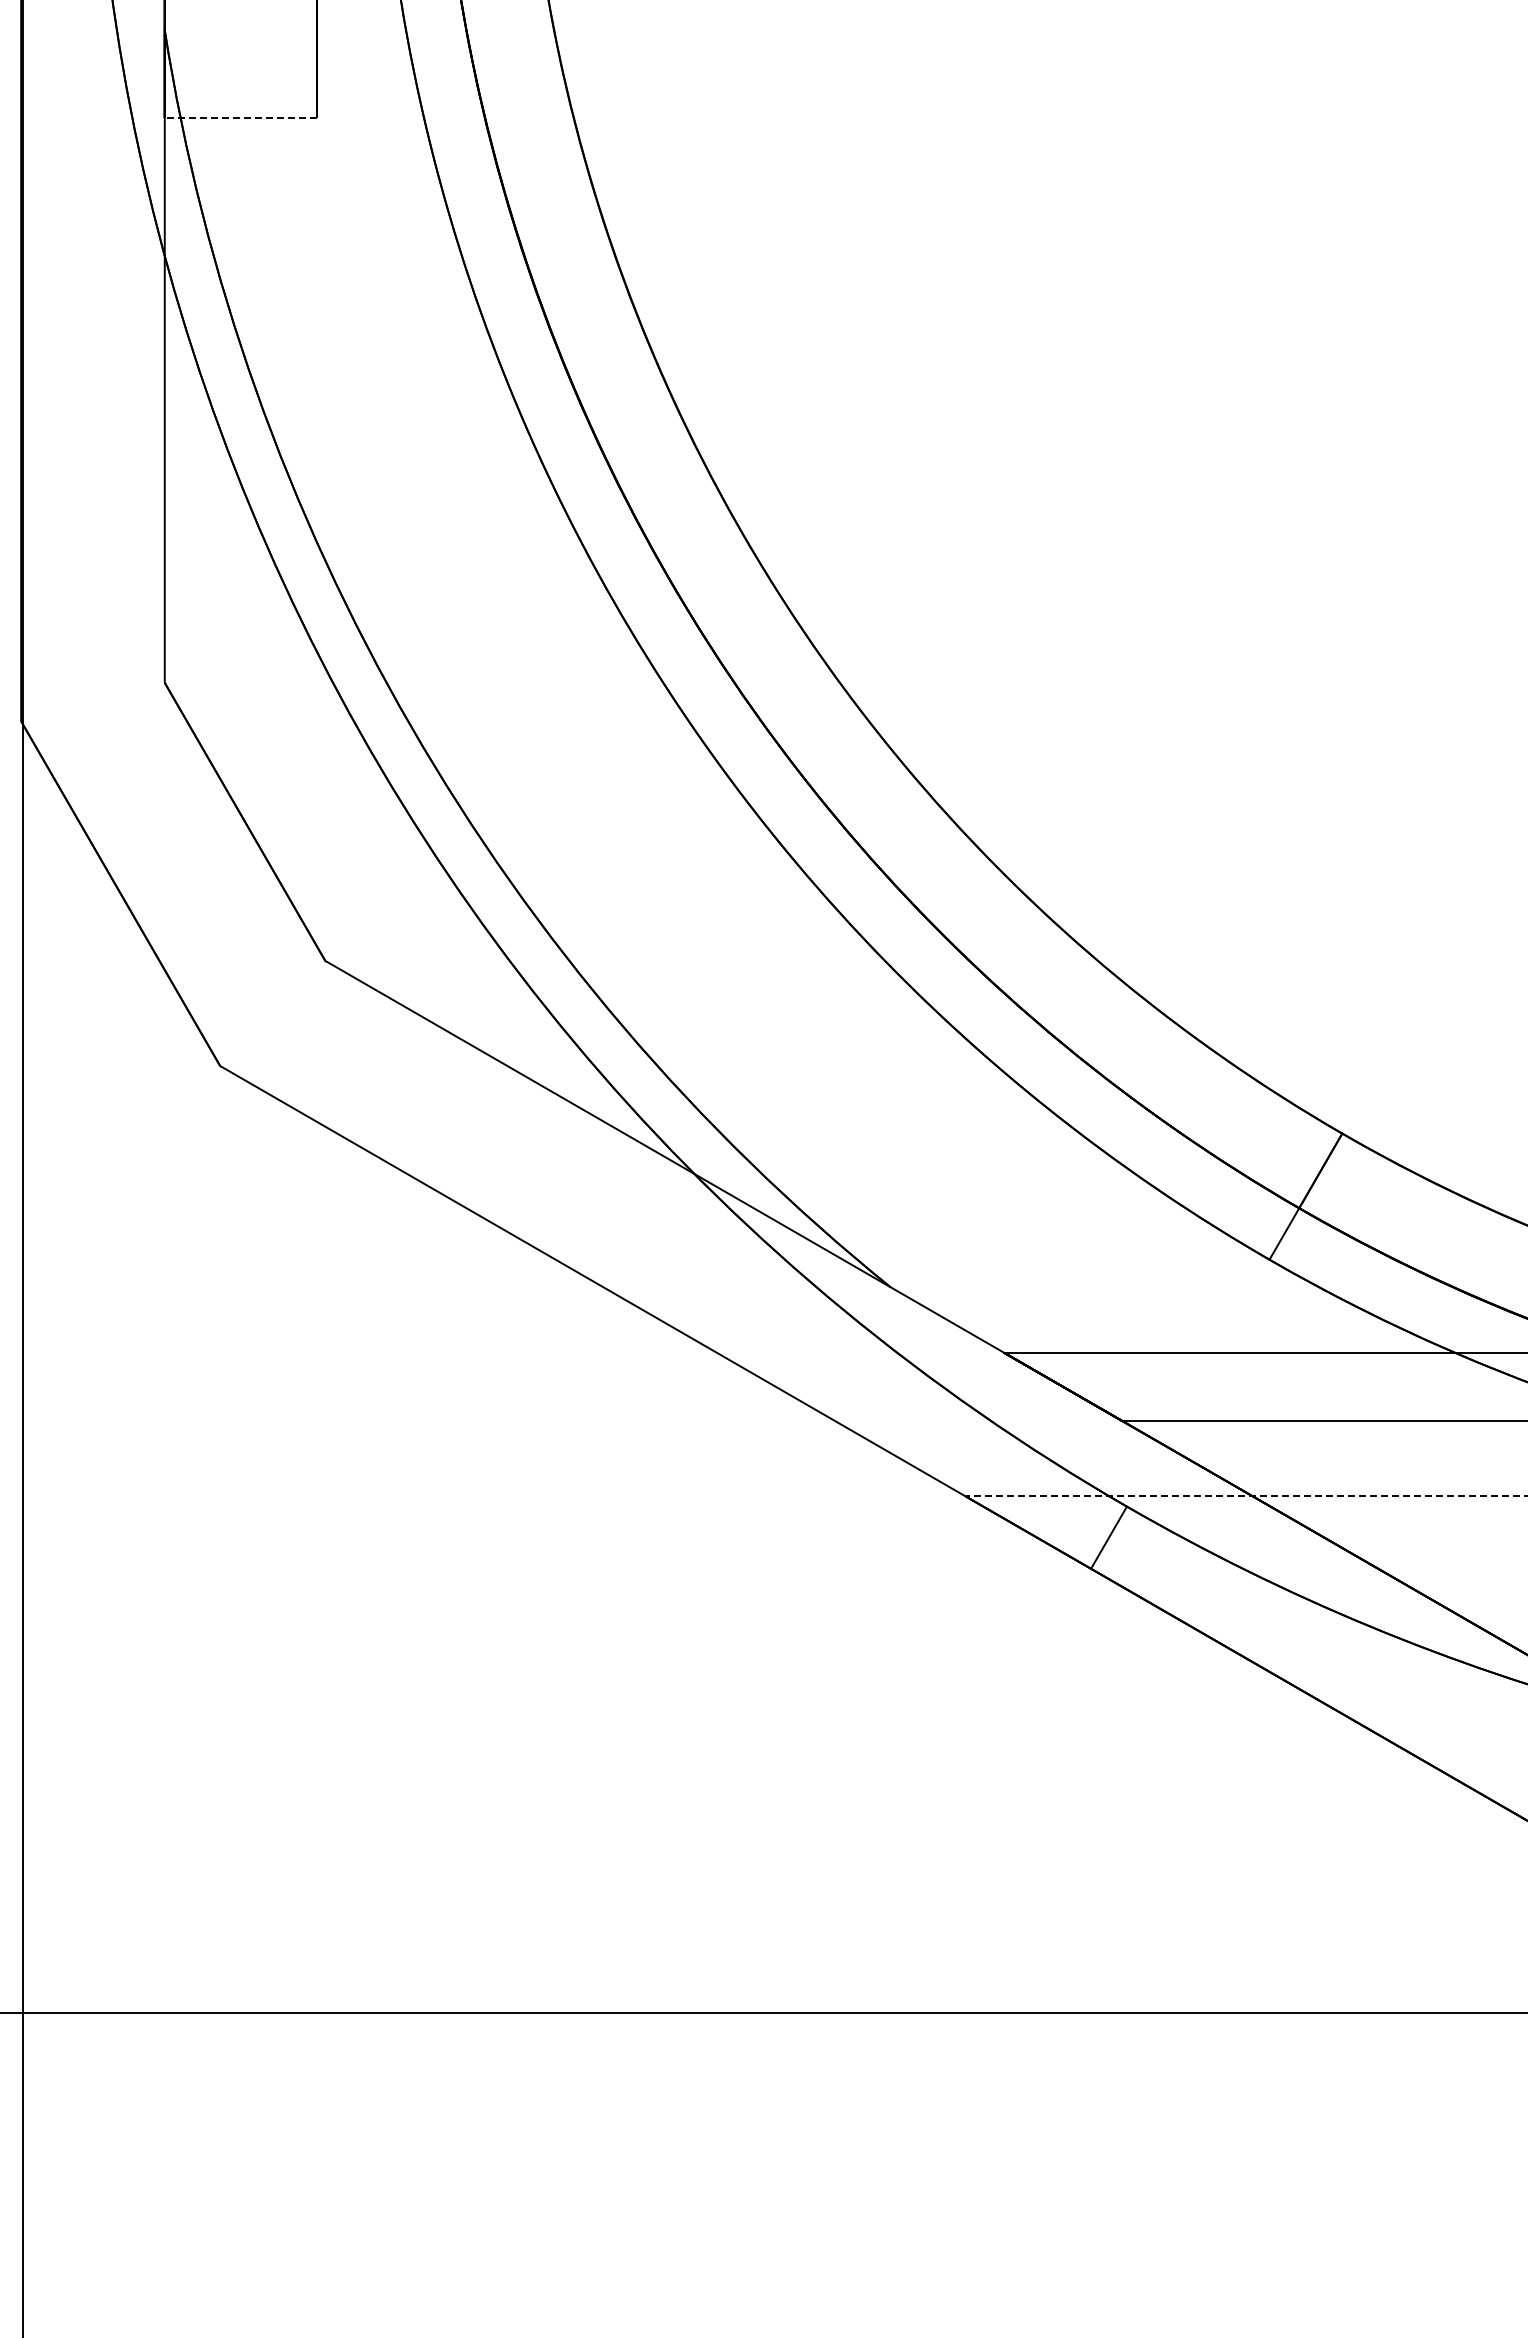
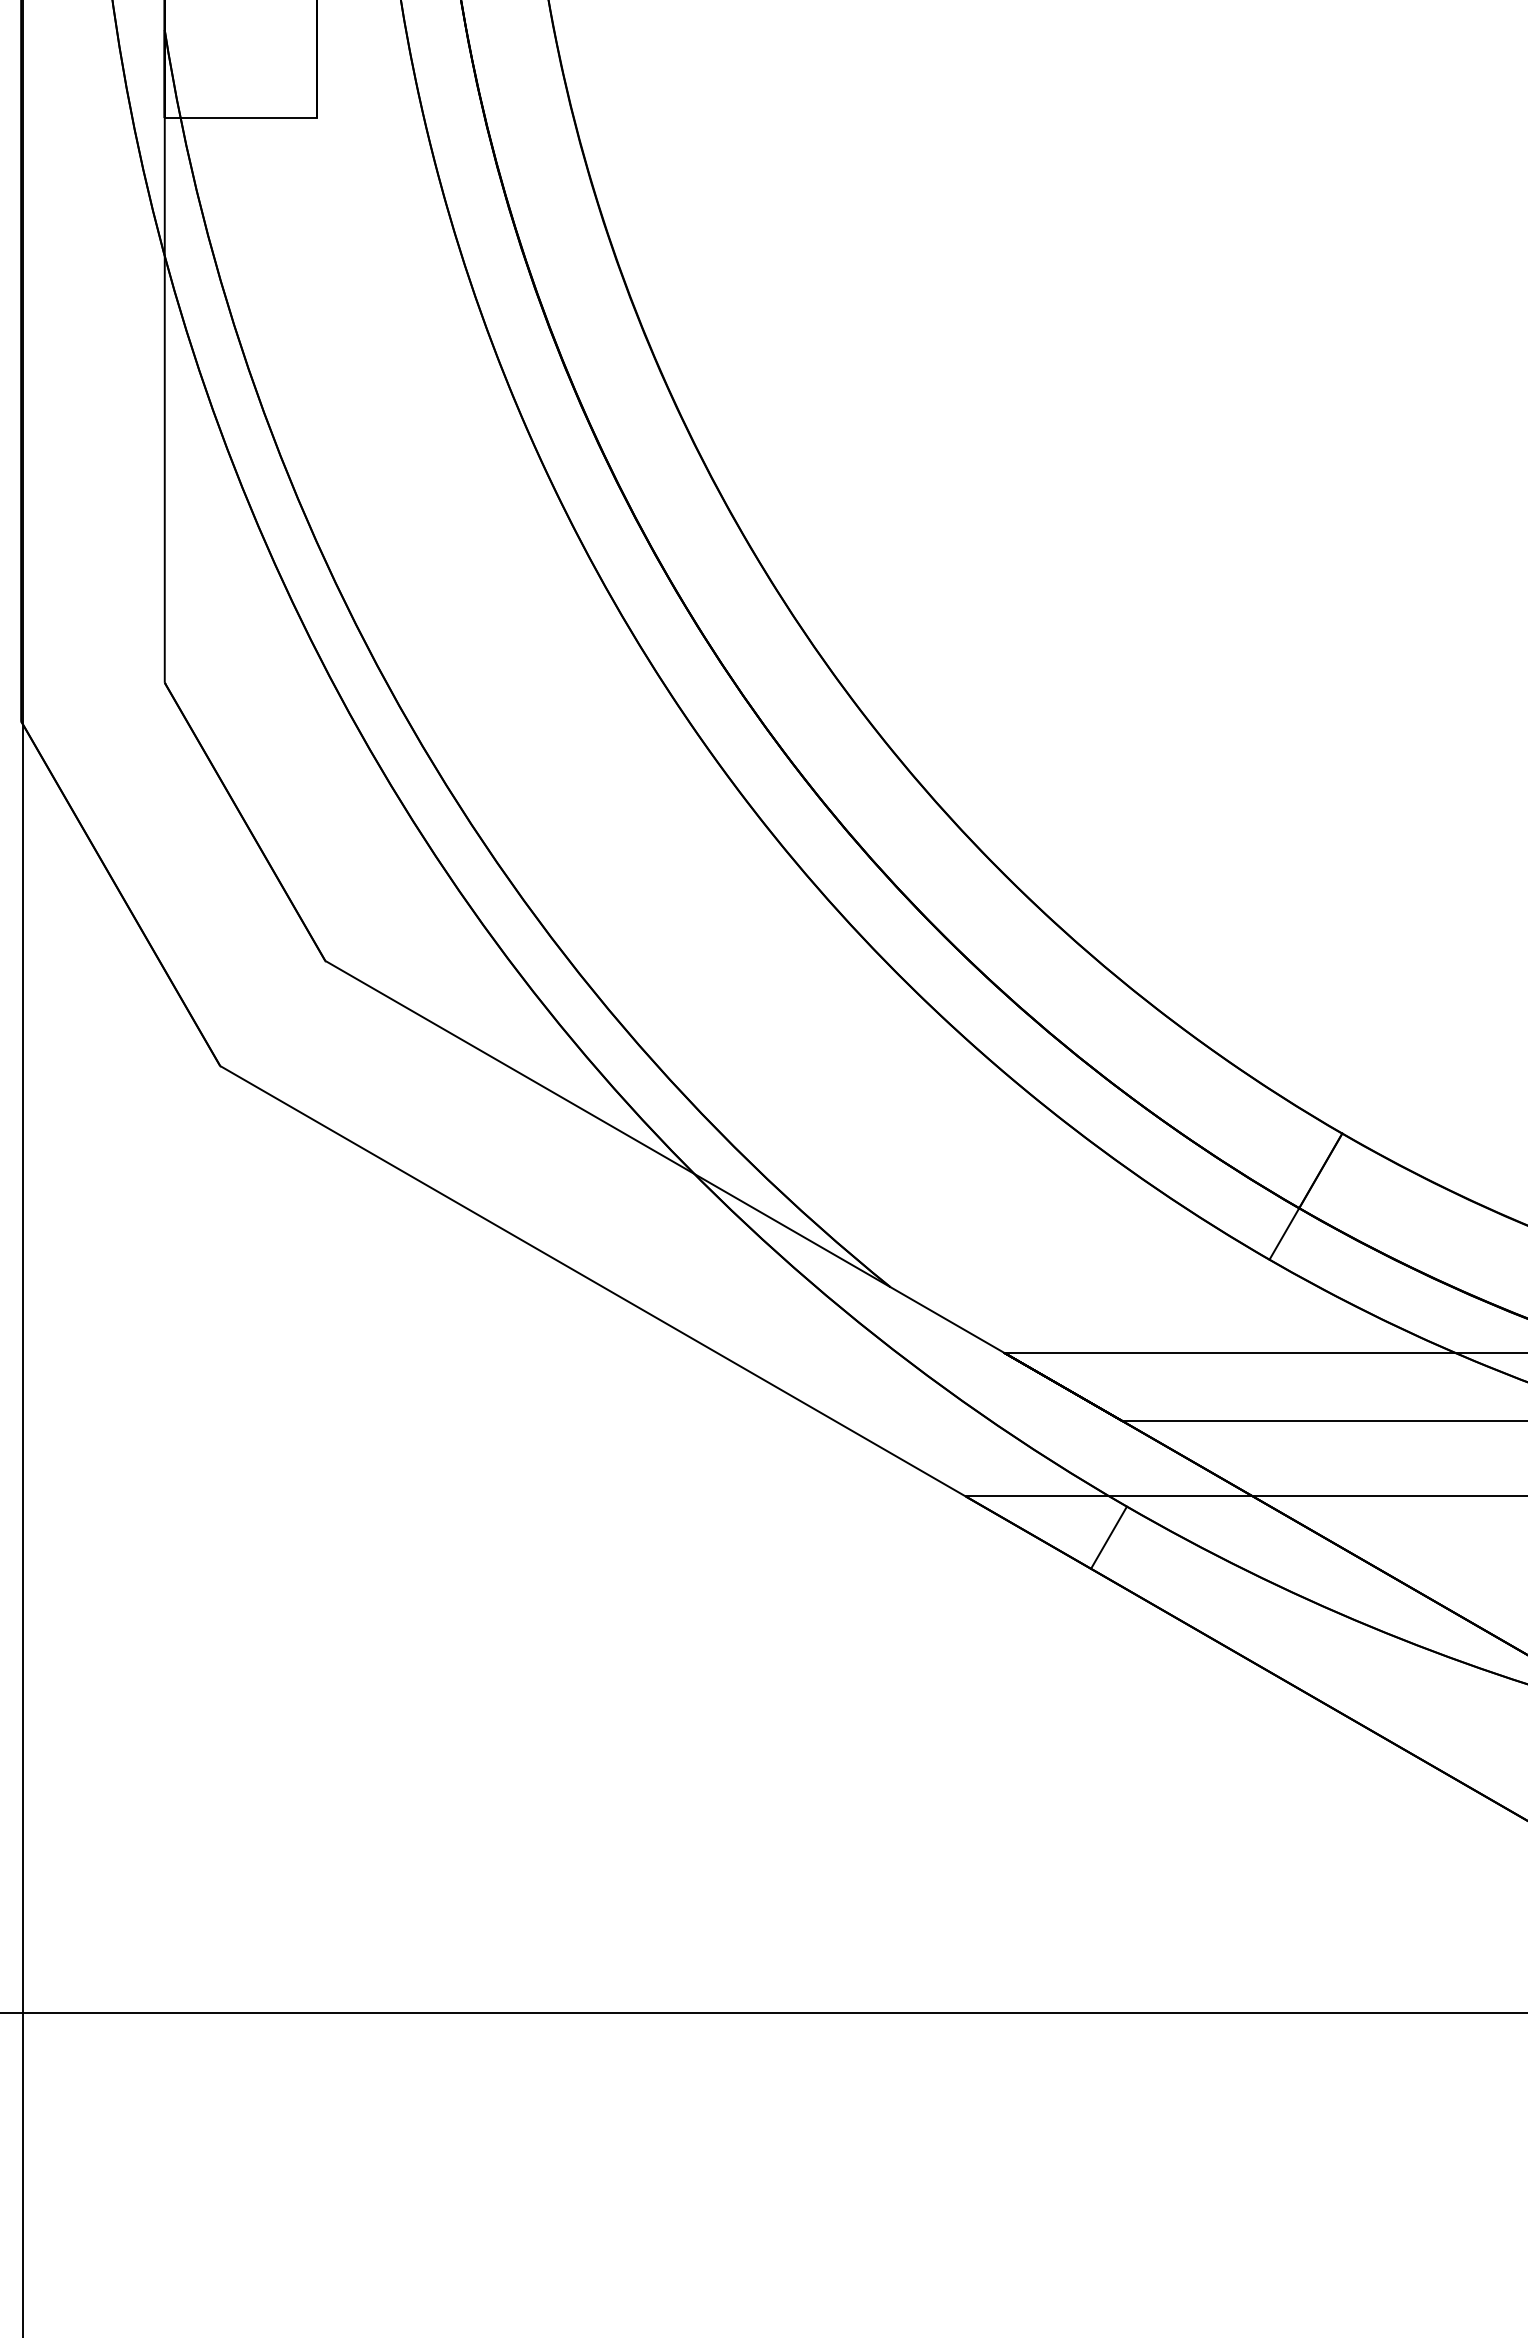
line at (240, 117): dashed -> solid
line at (1246, 1496): dashed -> solid
